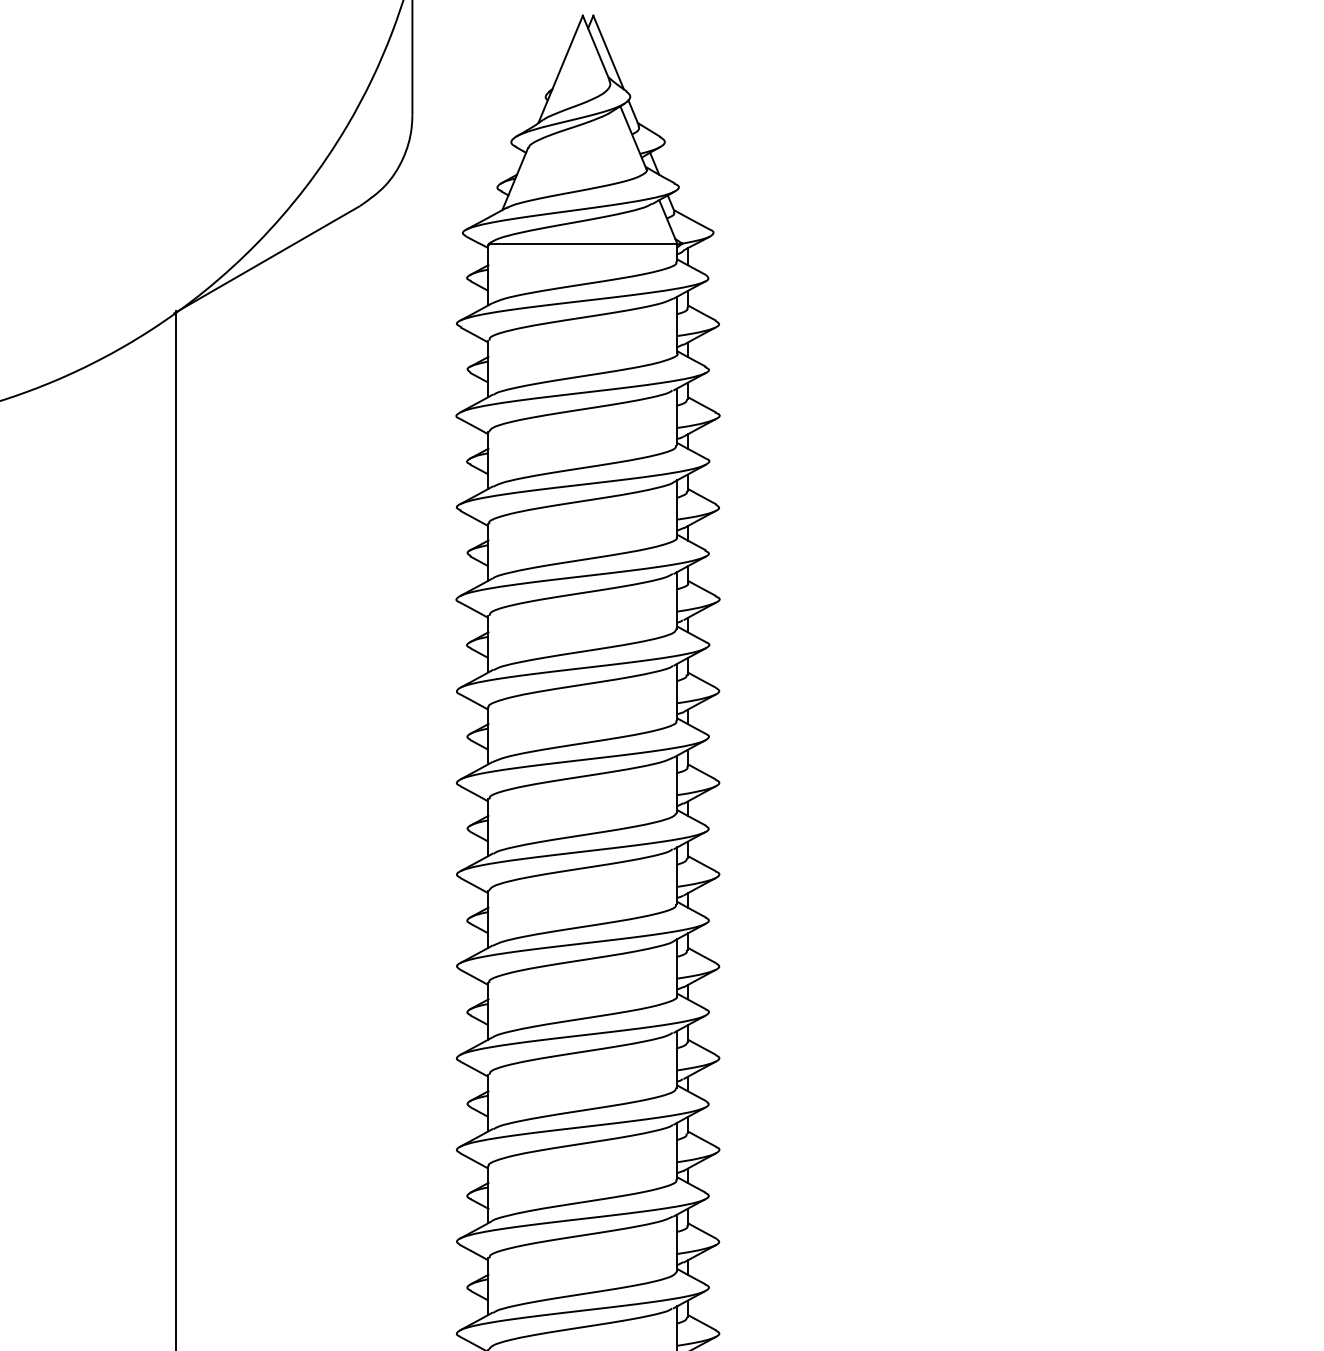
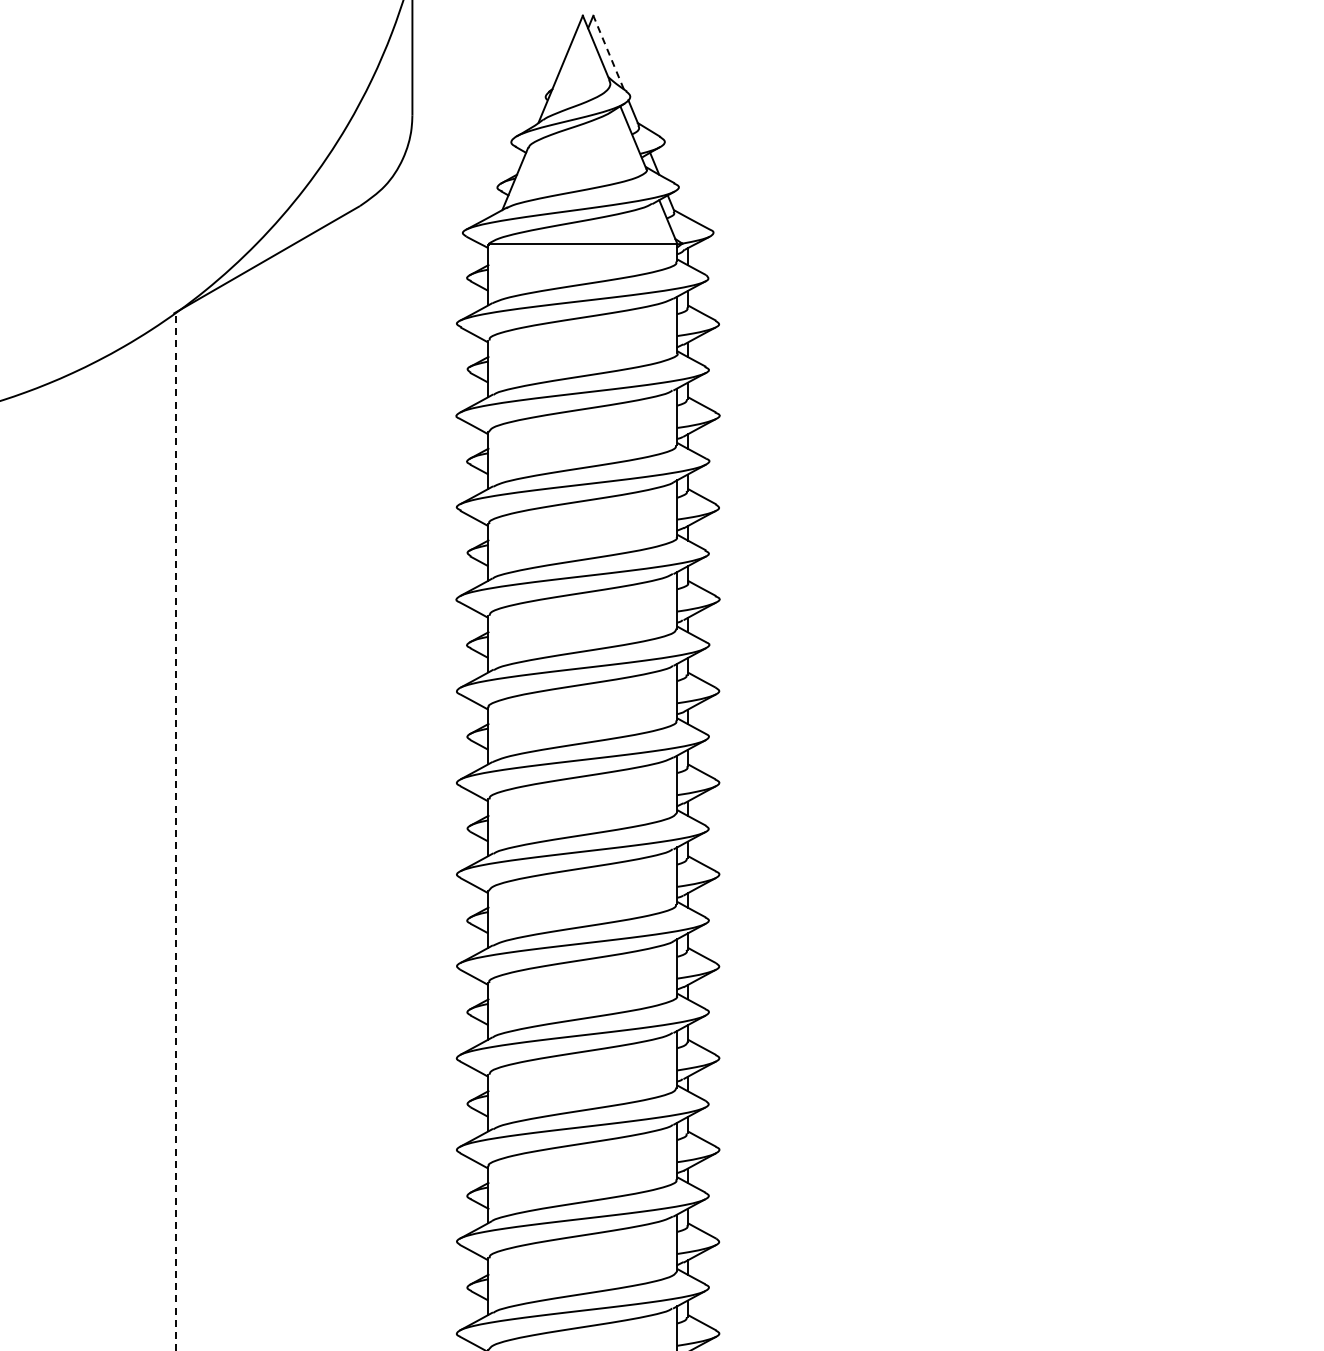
line at (608, 52): solid -> dashed
line at (176, 831): solid -> dashed
